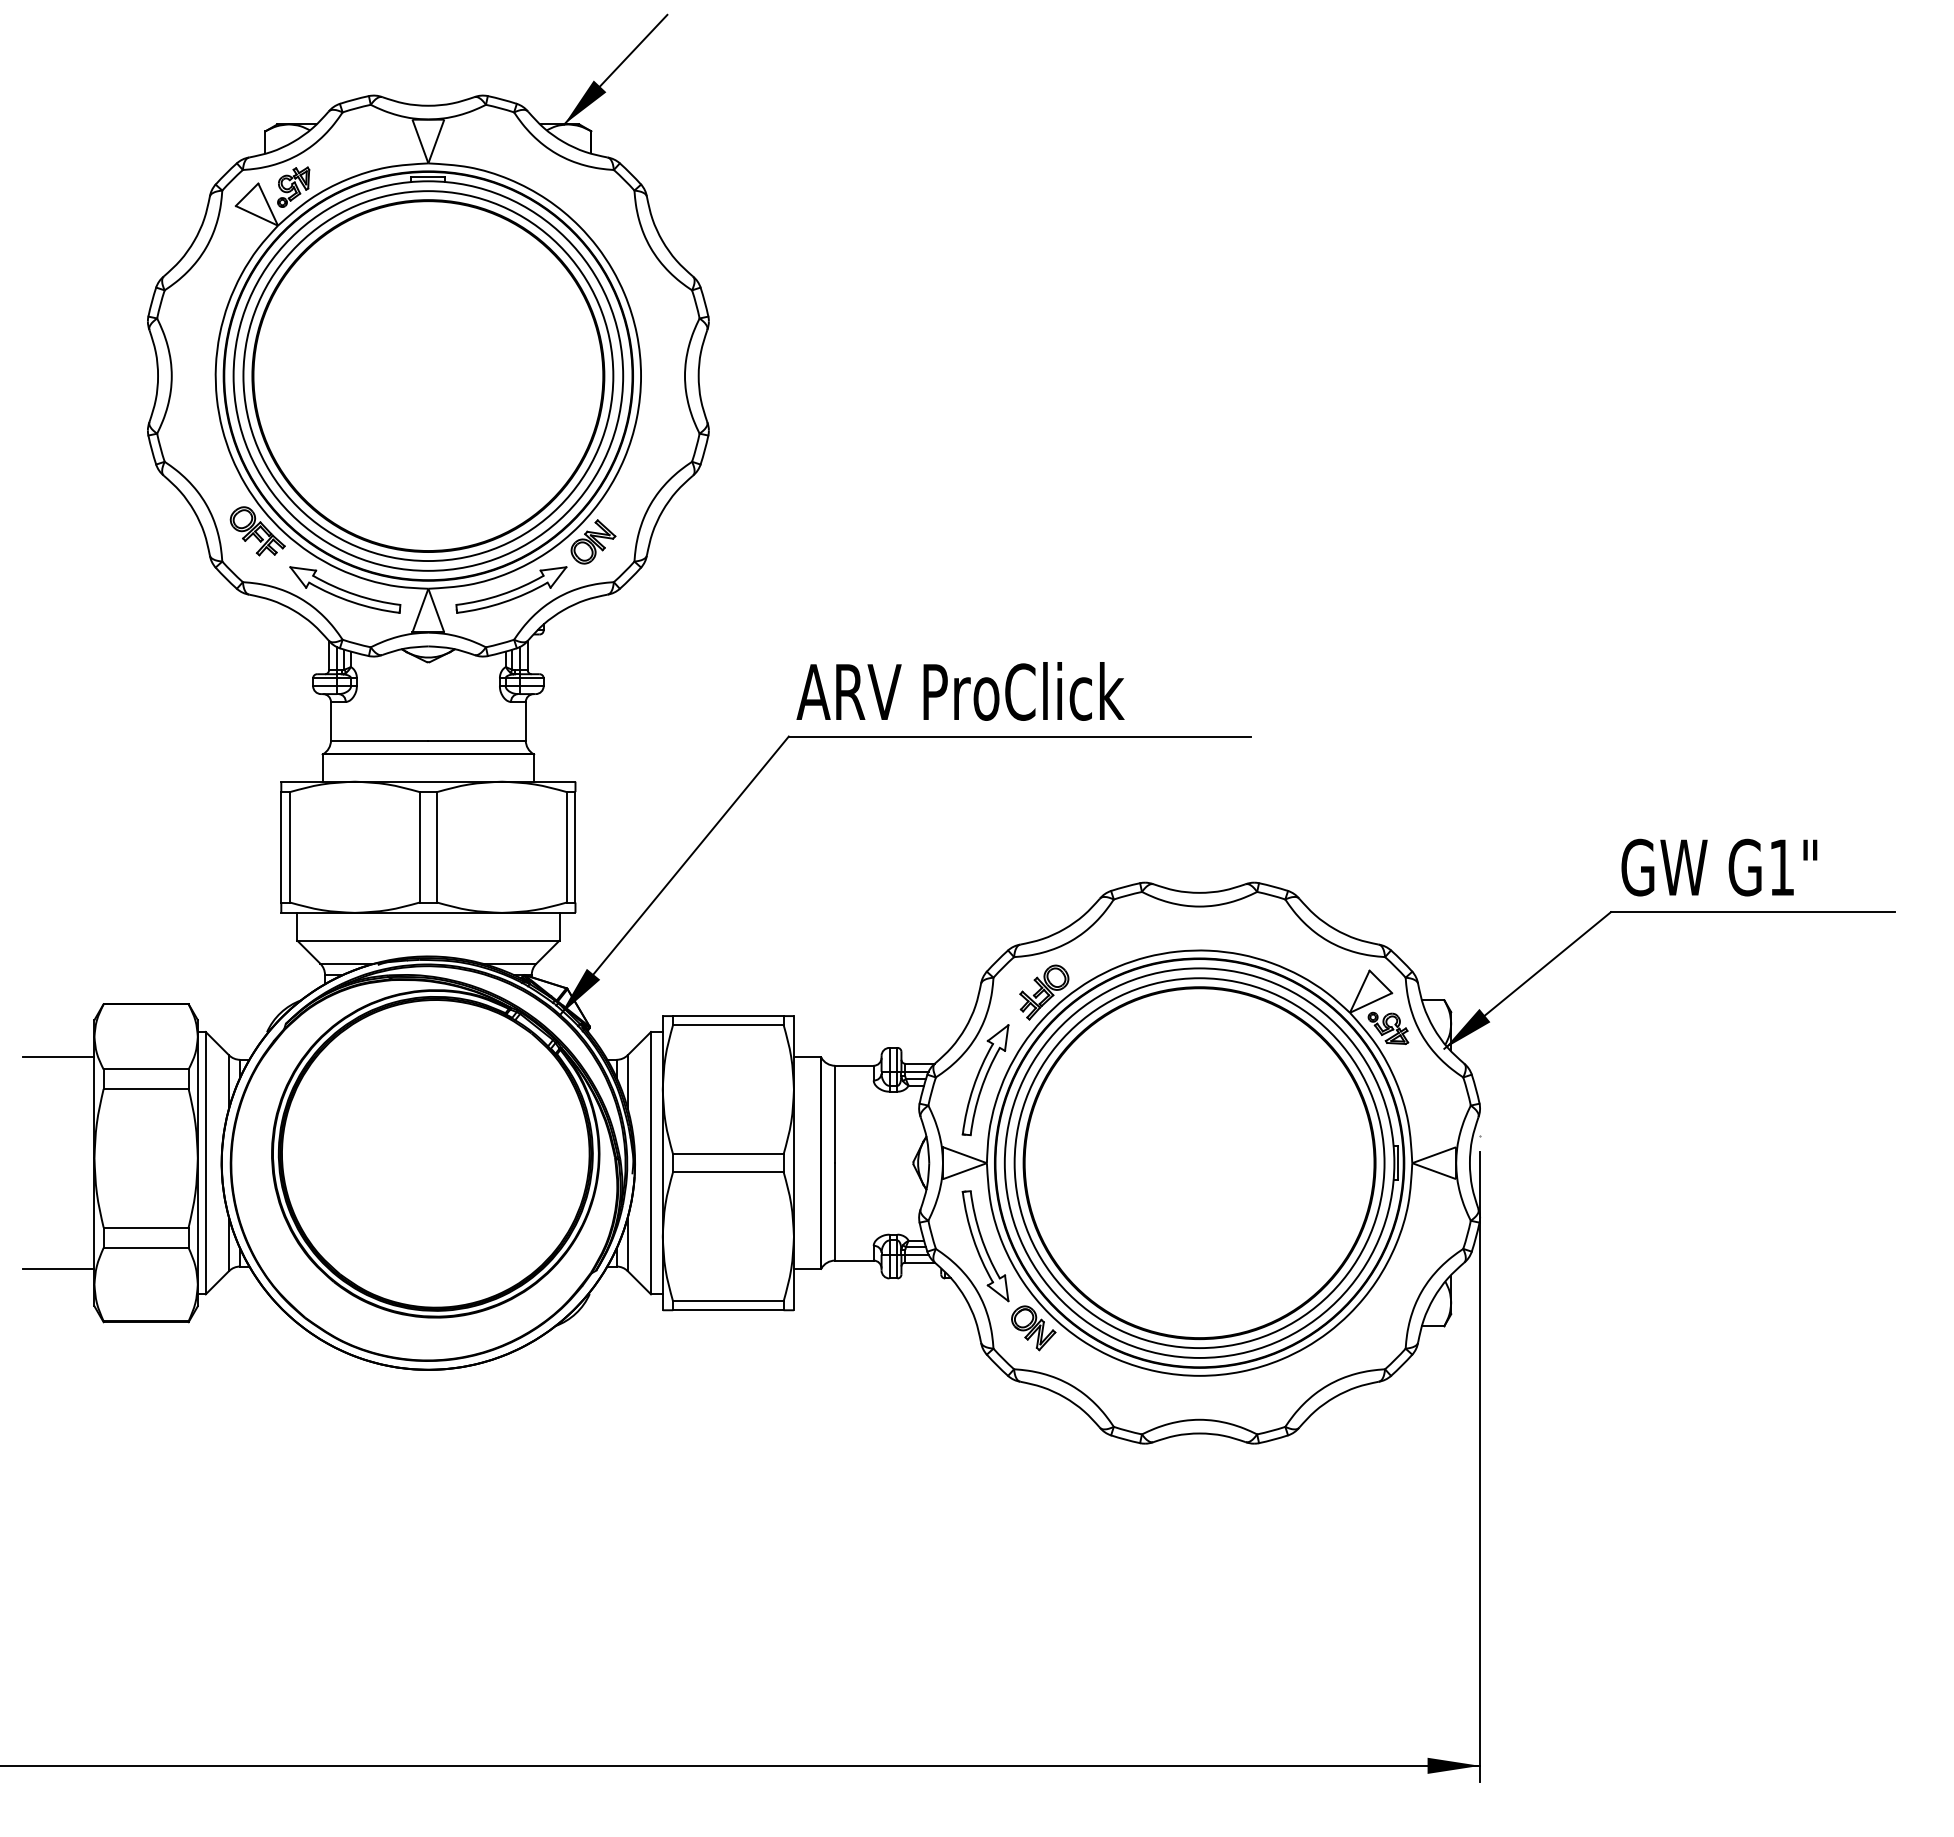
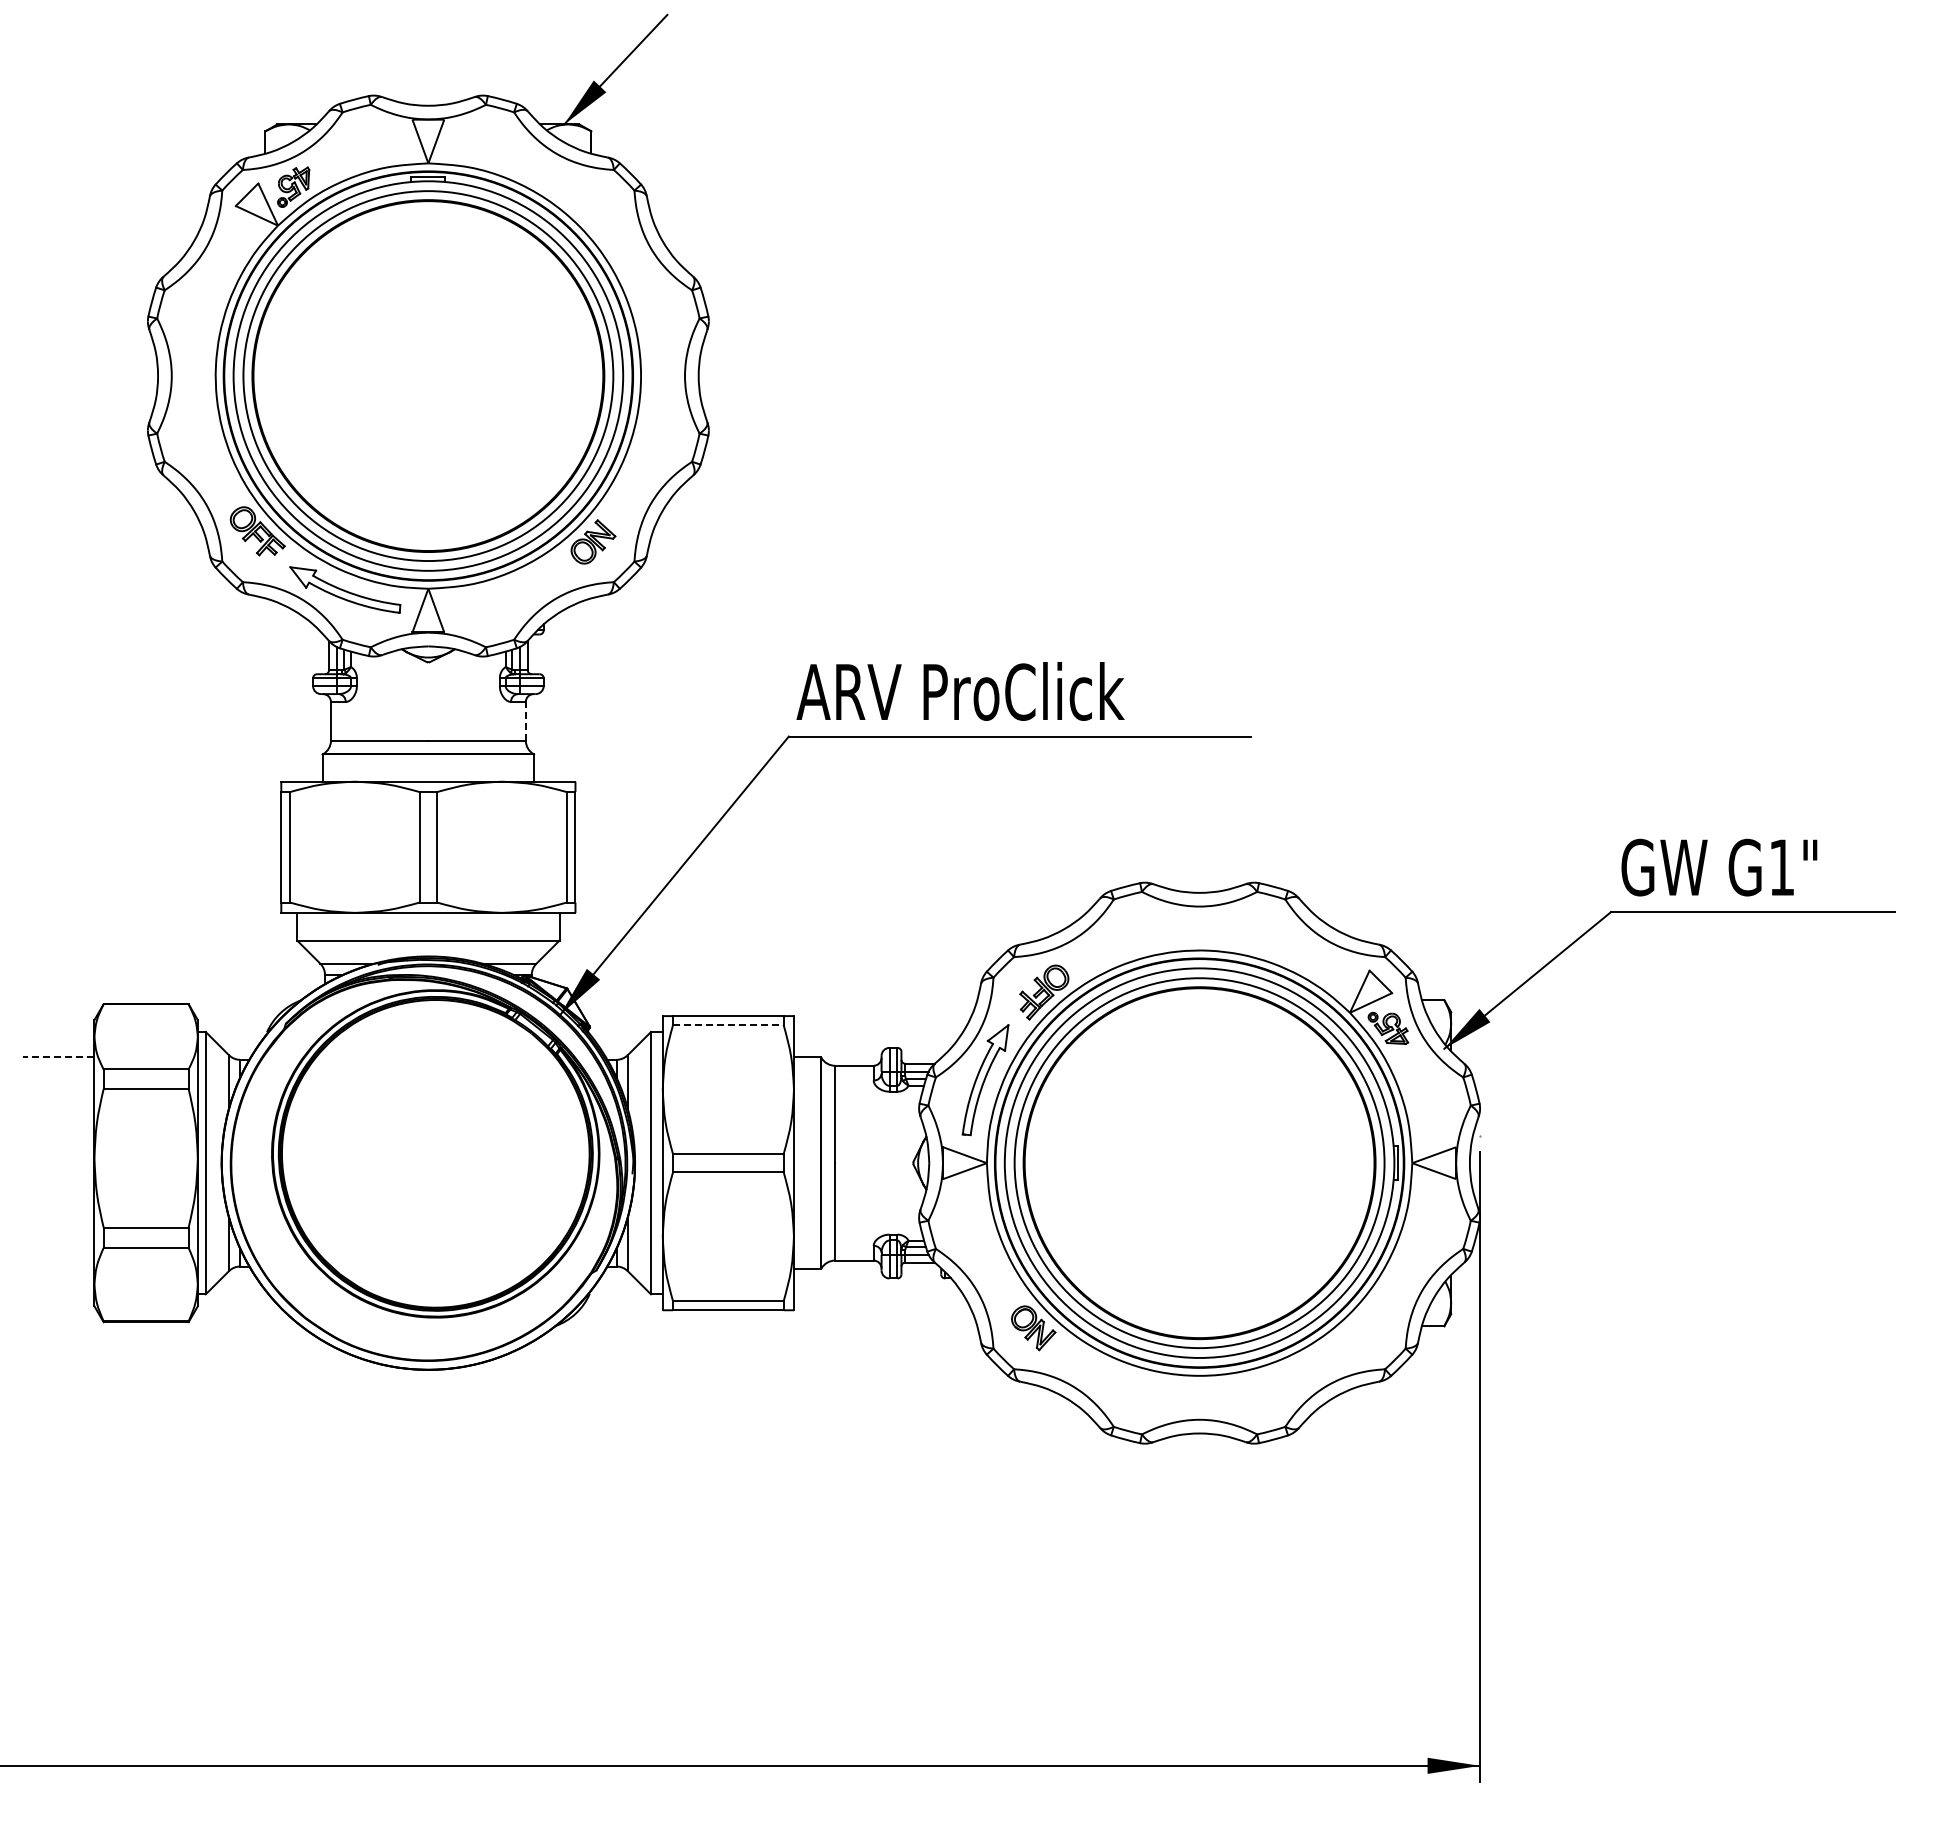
part at (511, 589): present -> none
line at (525, 720): solid -> dashed
line at (728, 1024): solid -> dashed
line at (58, 1057): solid -> dashed
part at (985, 1246): present -> none
line at (58, 1268): present -> none
